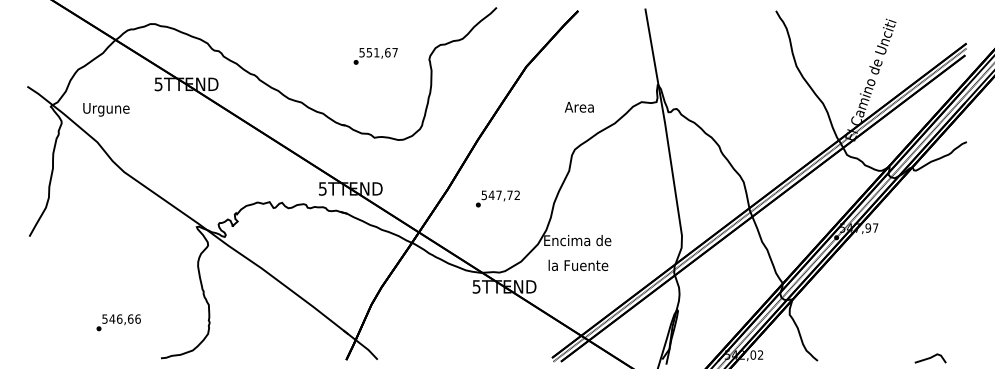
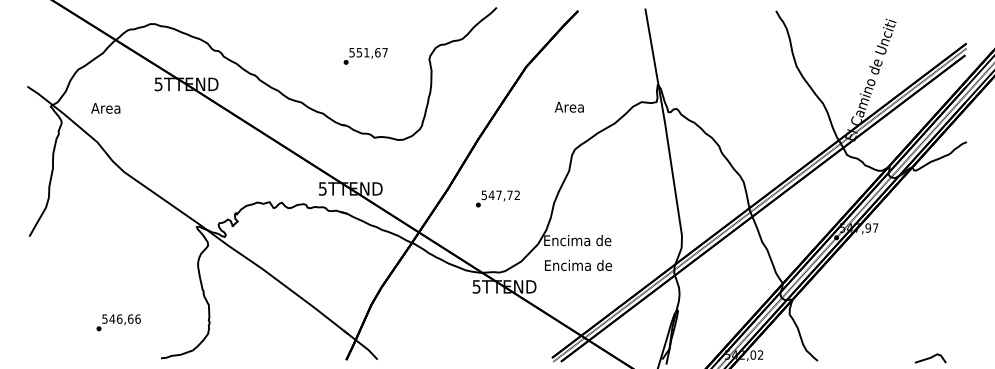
text at (375, 56) position: (375, 56) -> (365, 56)
text at (578, 107) position: (578, 107) -> (568, 107)
text at (106, 109): Urgune -> Area
text at (578, 265): la Fuente -> Encima de
